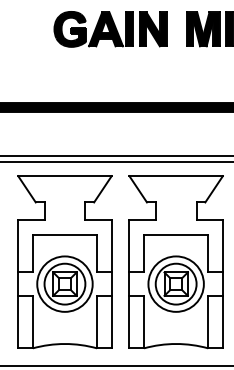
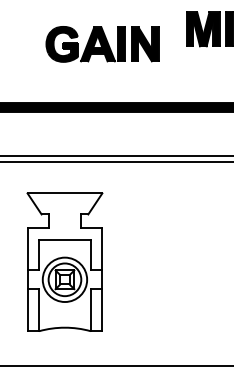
part at (110, 29) position: (110, 29) -> (102, 44)
part at (64, 262) size: 96x175 px -> 78x140 px
part at (175, 262): present -> none
